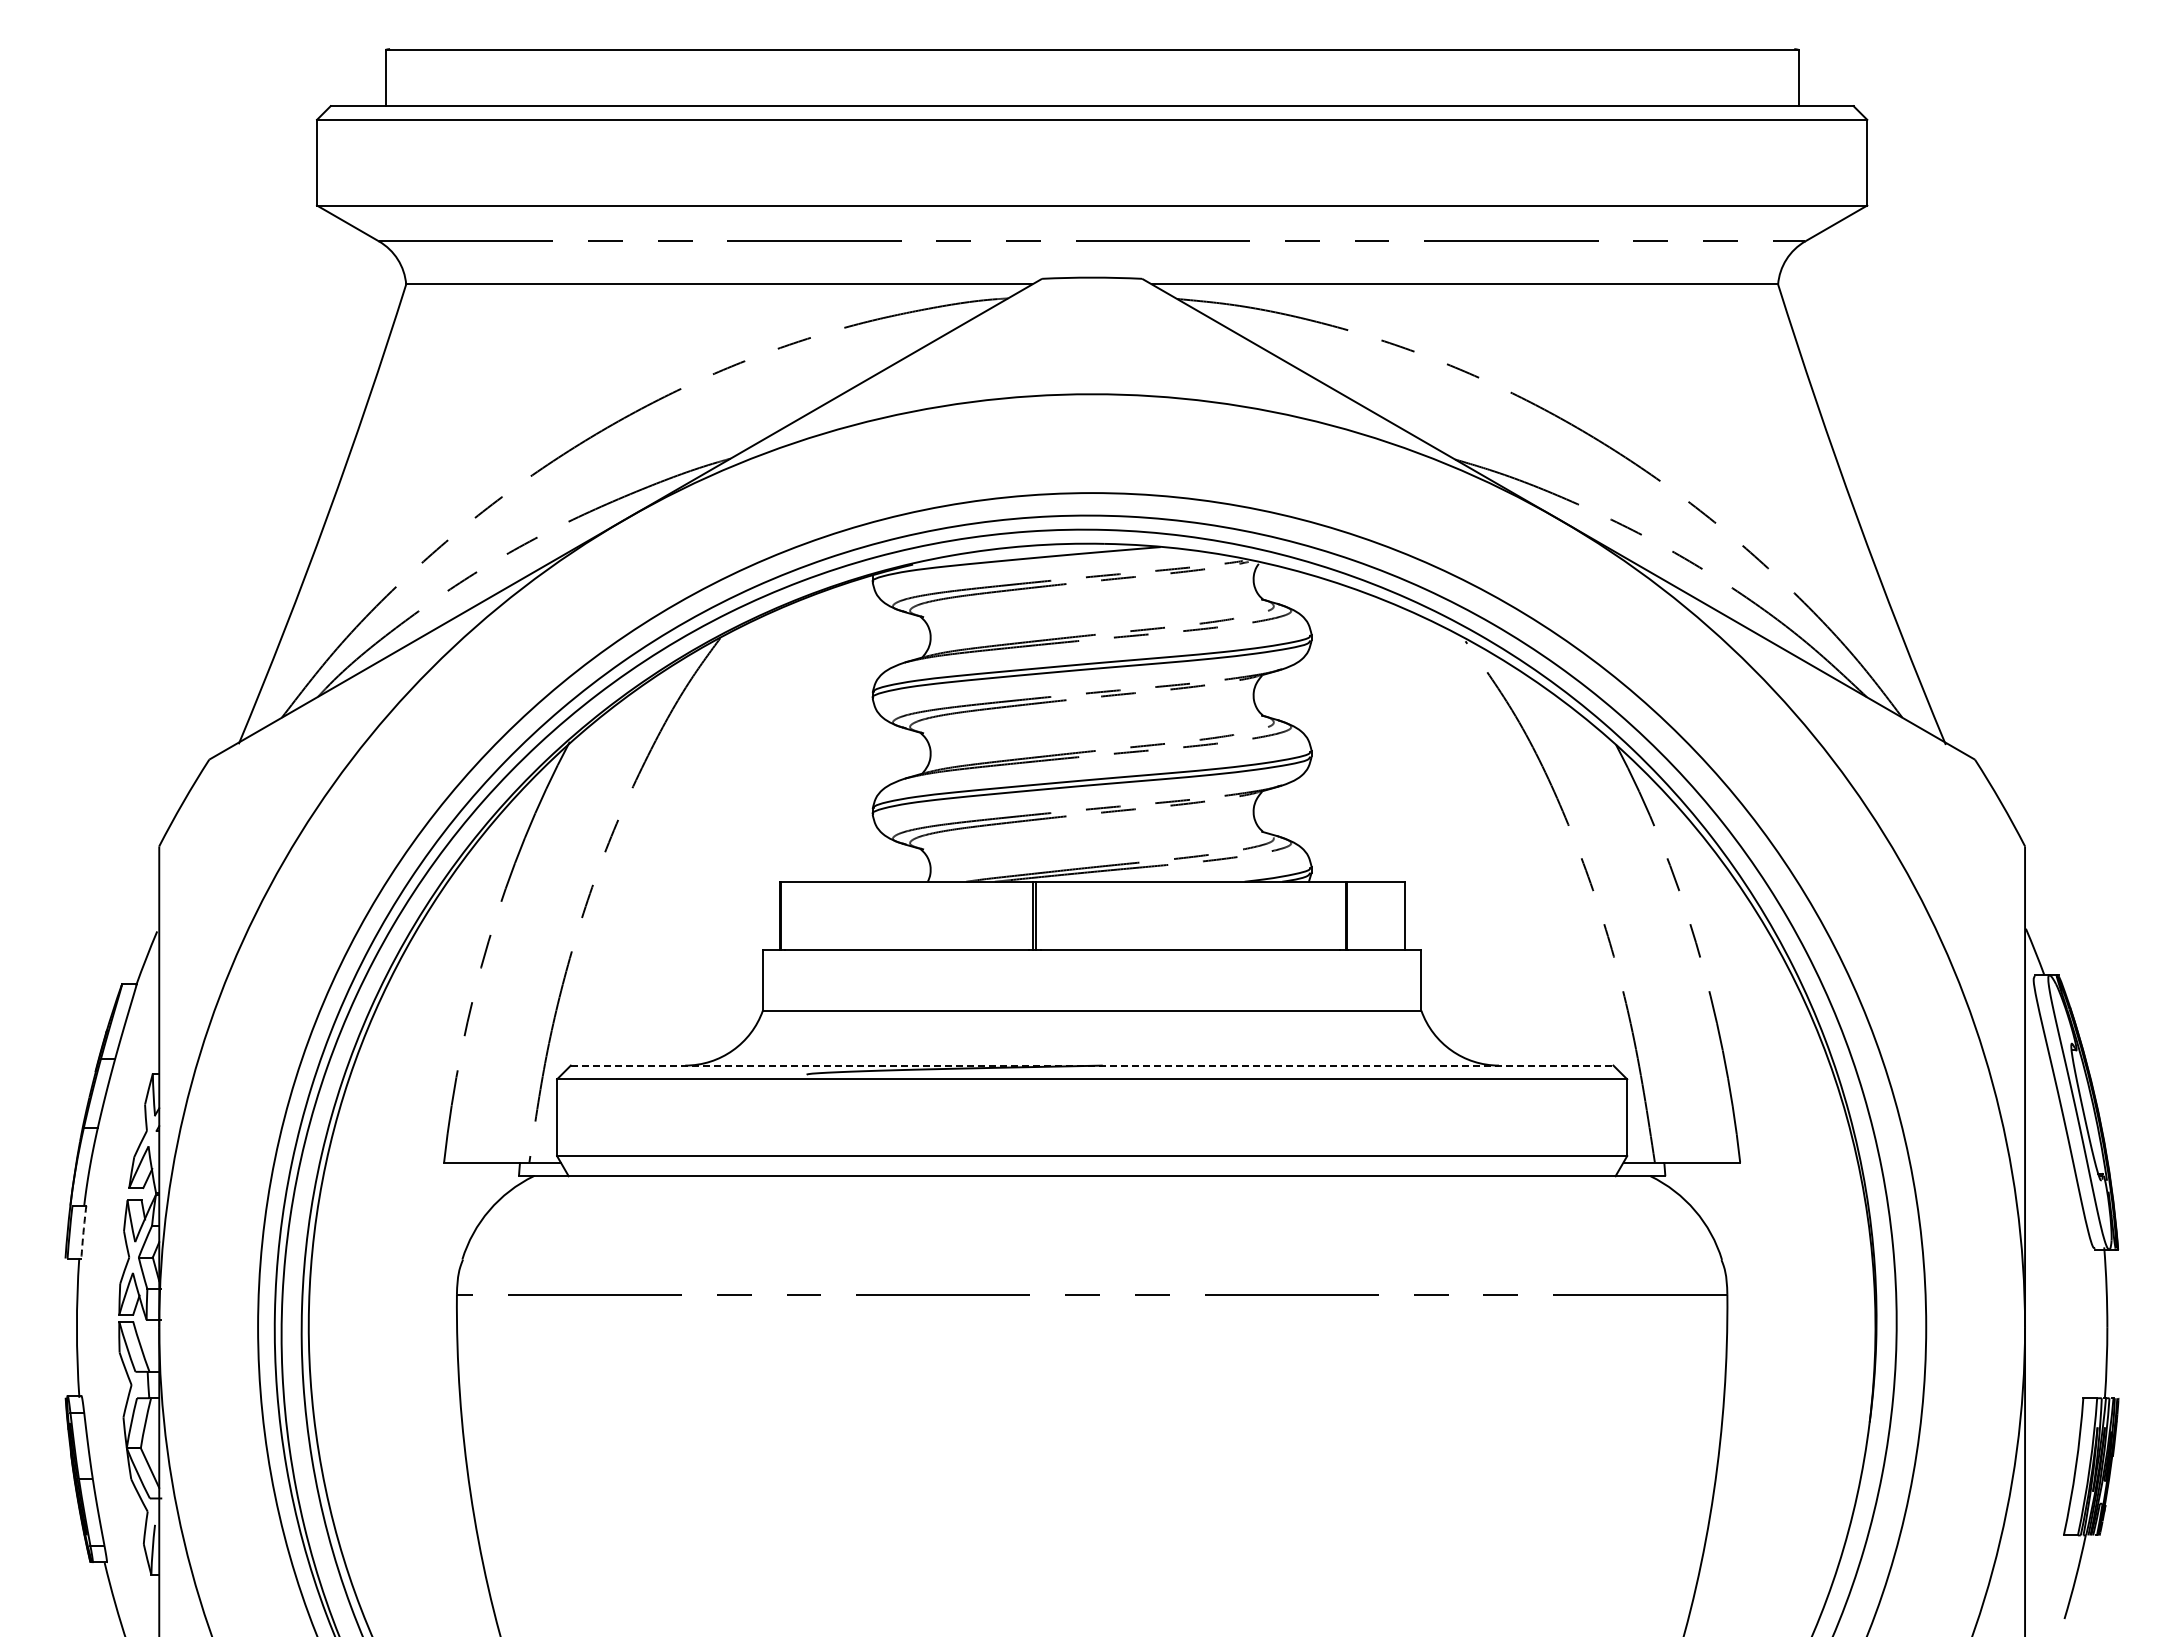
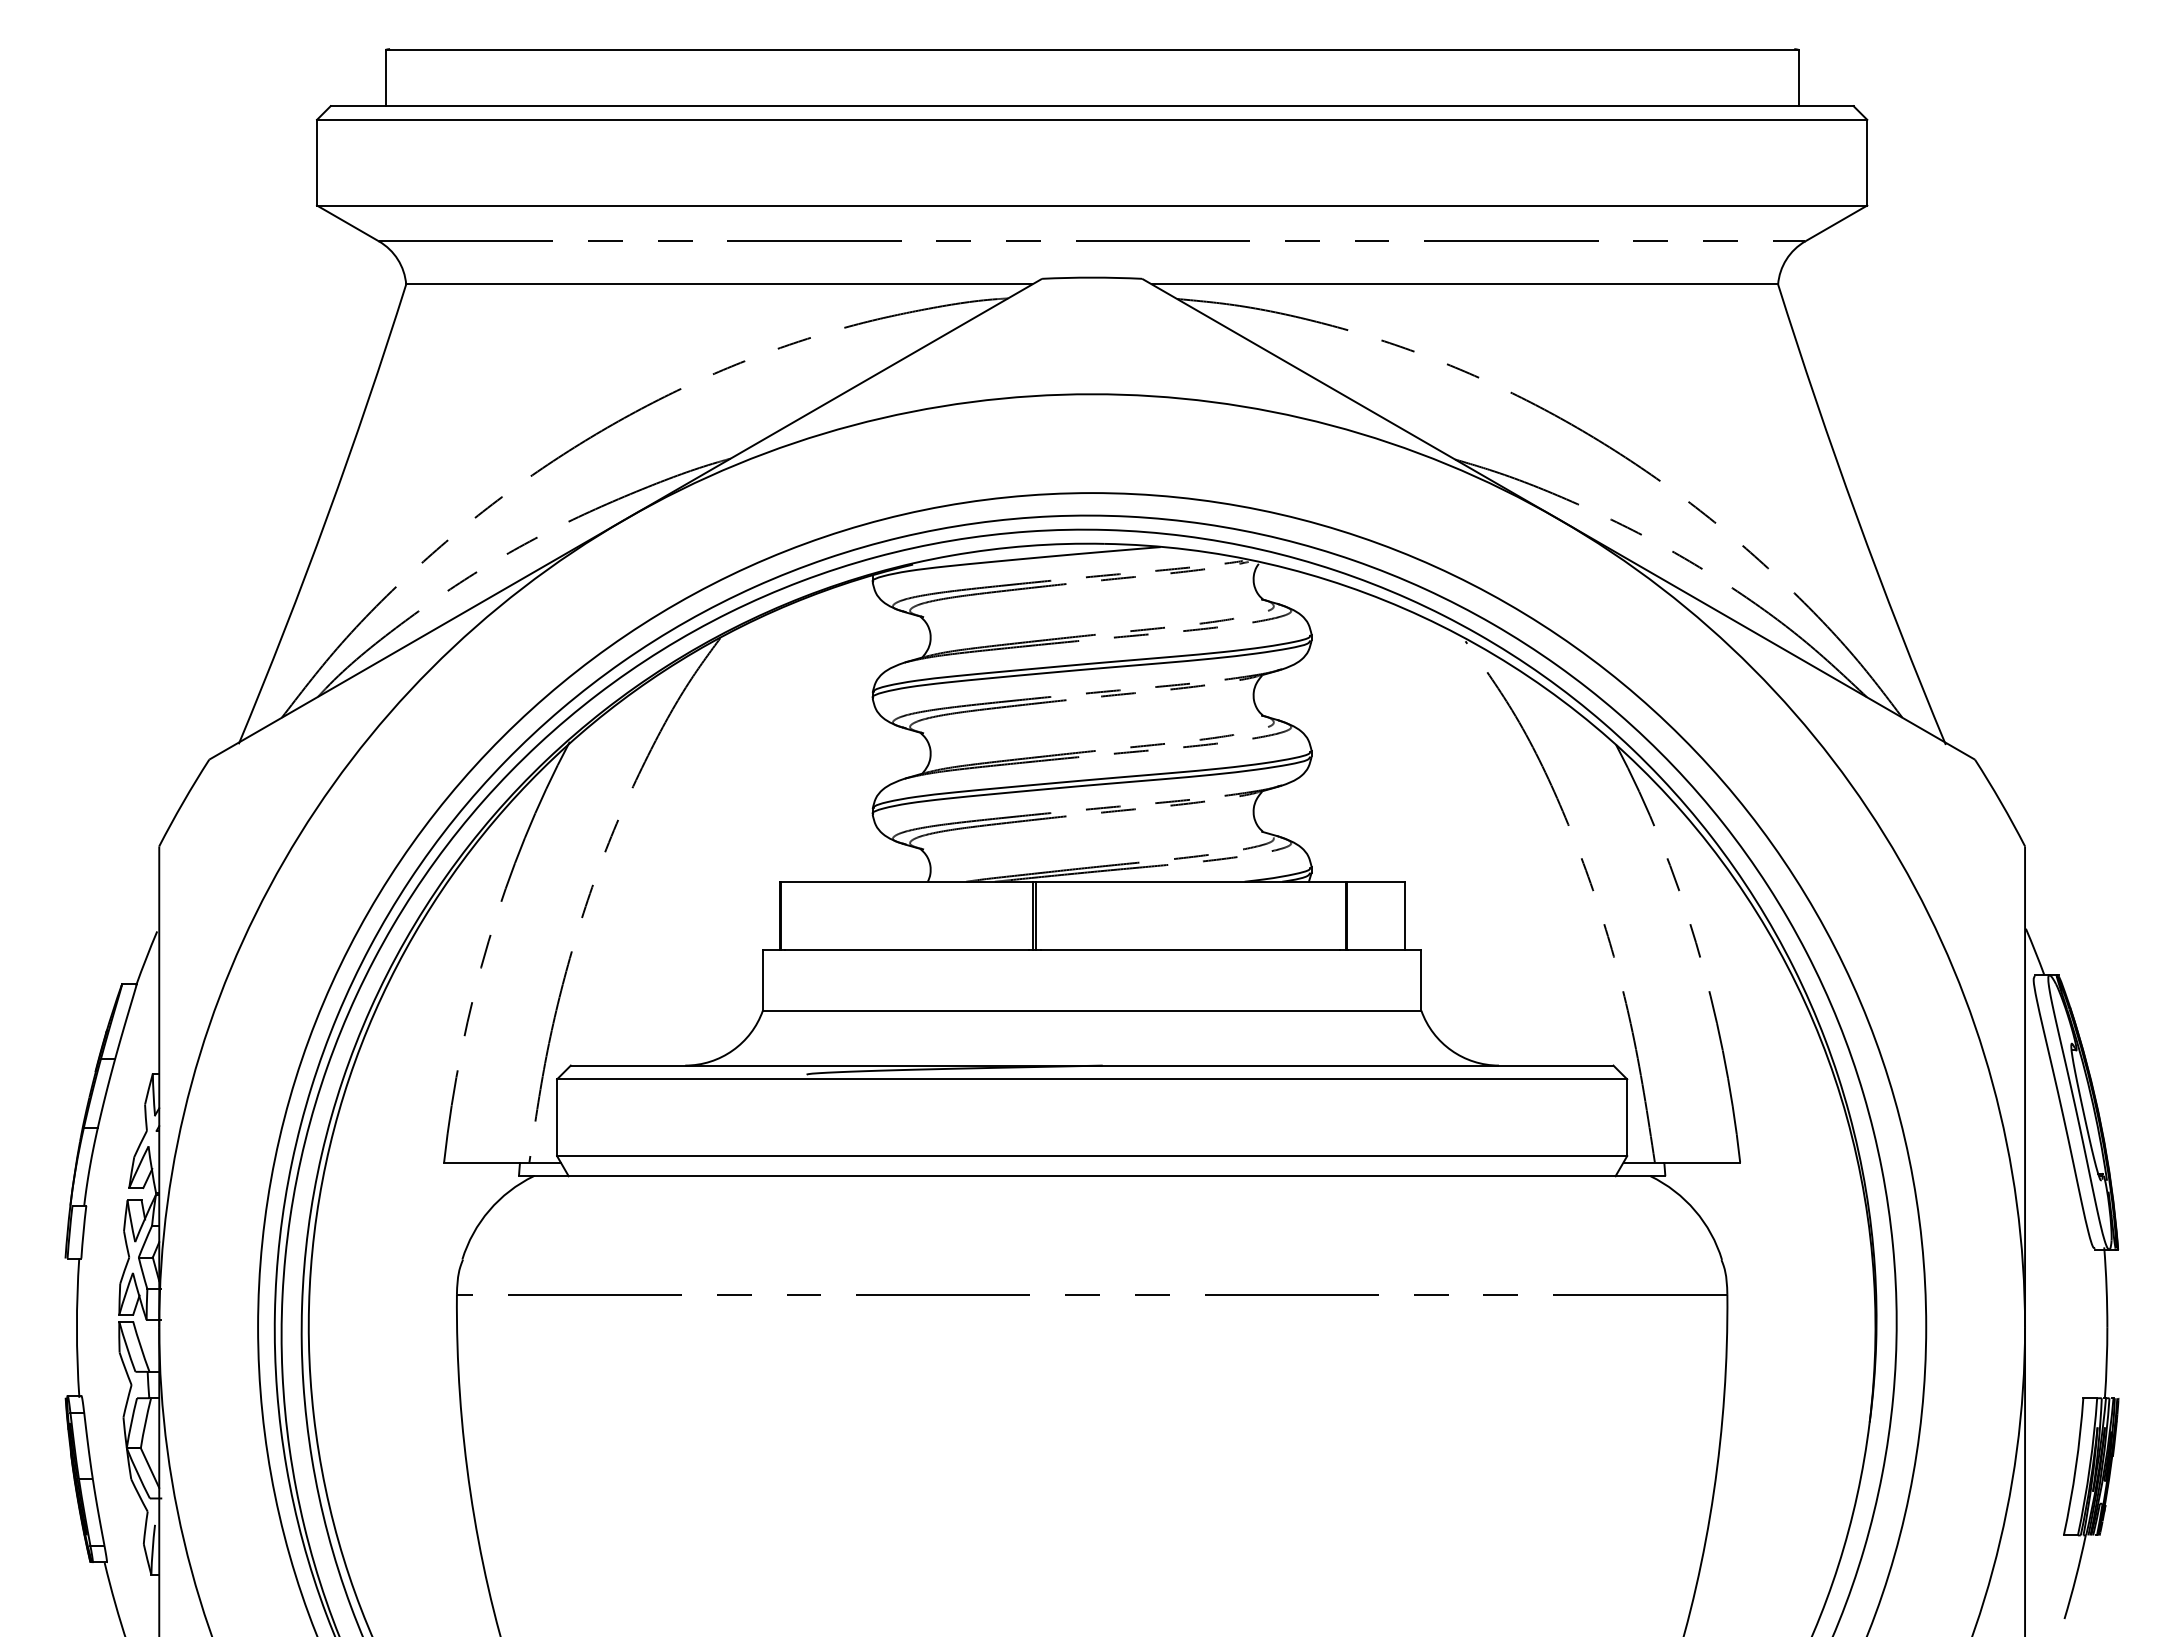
line at (1092, 1065): dashed -> solid
arc at (83, 1232): dashed -> solid
